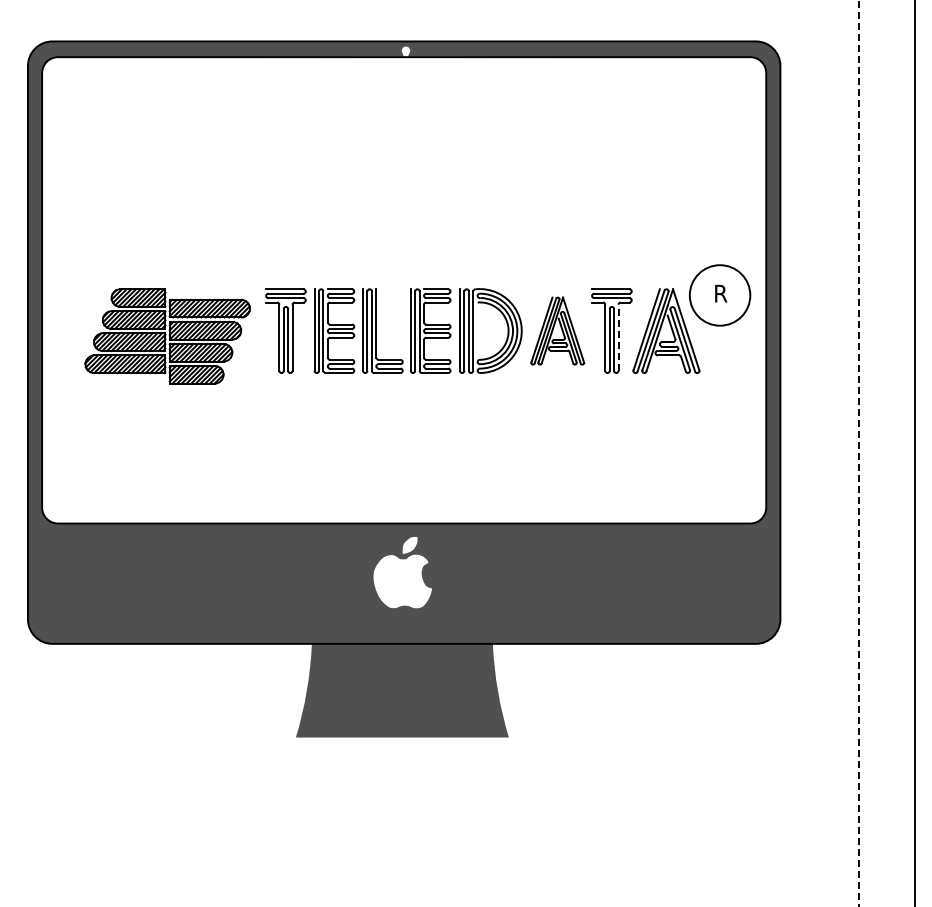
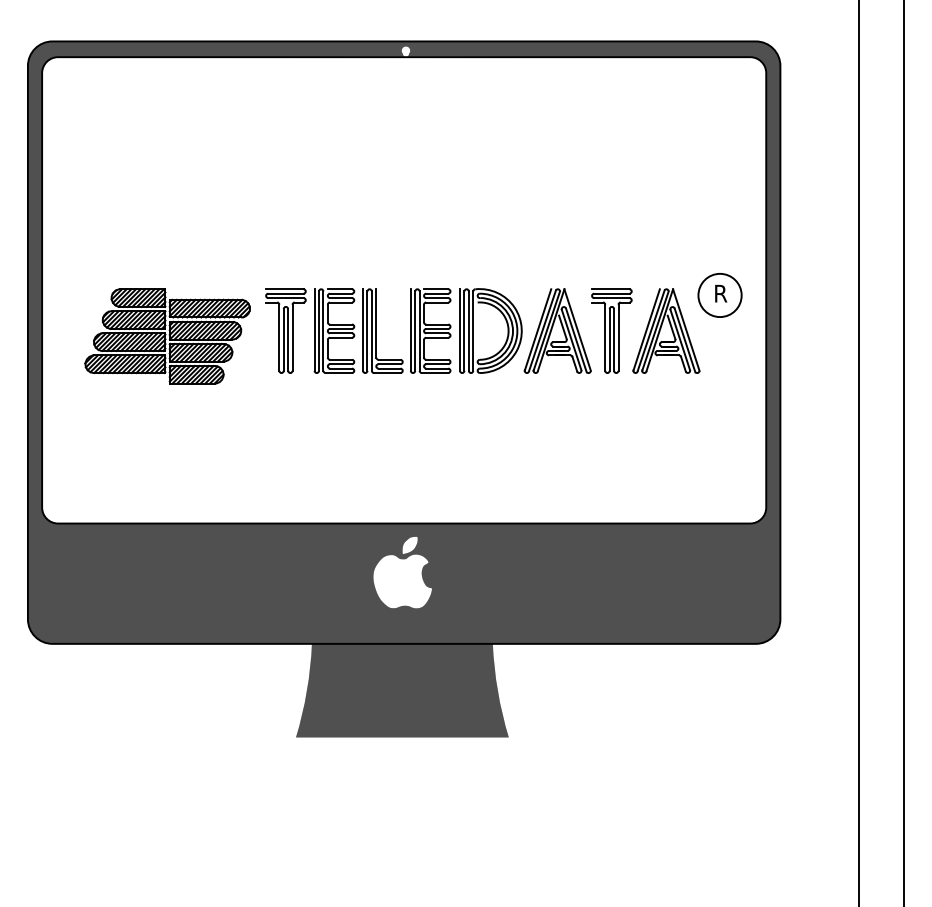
circle at (719, 295) diameter: 61 px -> 43 px
part at (557, 330) size: 56x70 px -> 69x86 px
line at (618, 337): dashed -> solid
line at (915, 452) position: (915, 452) -> (904, 452)
line at (858, 453): dashed -> solid
